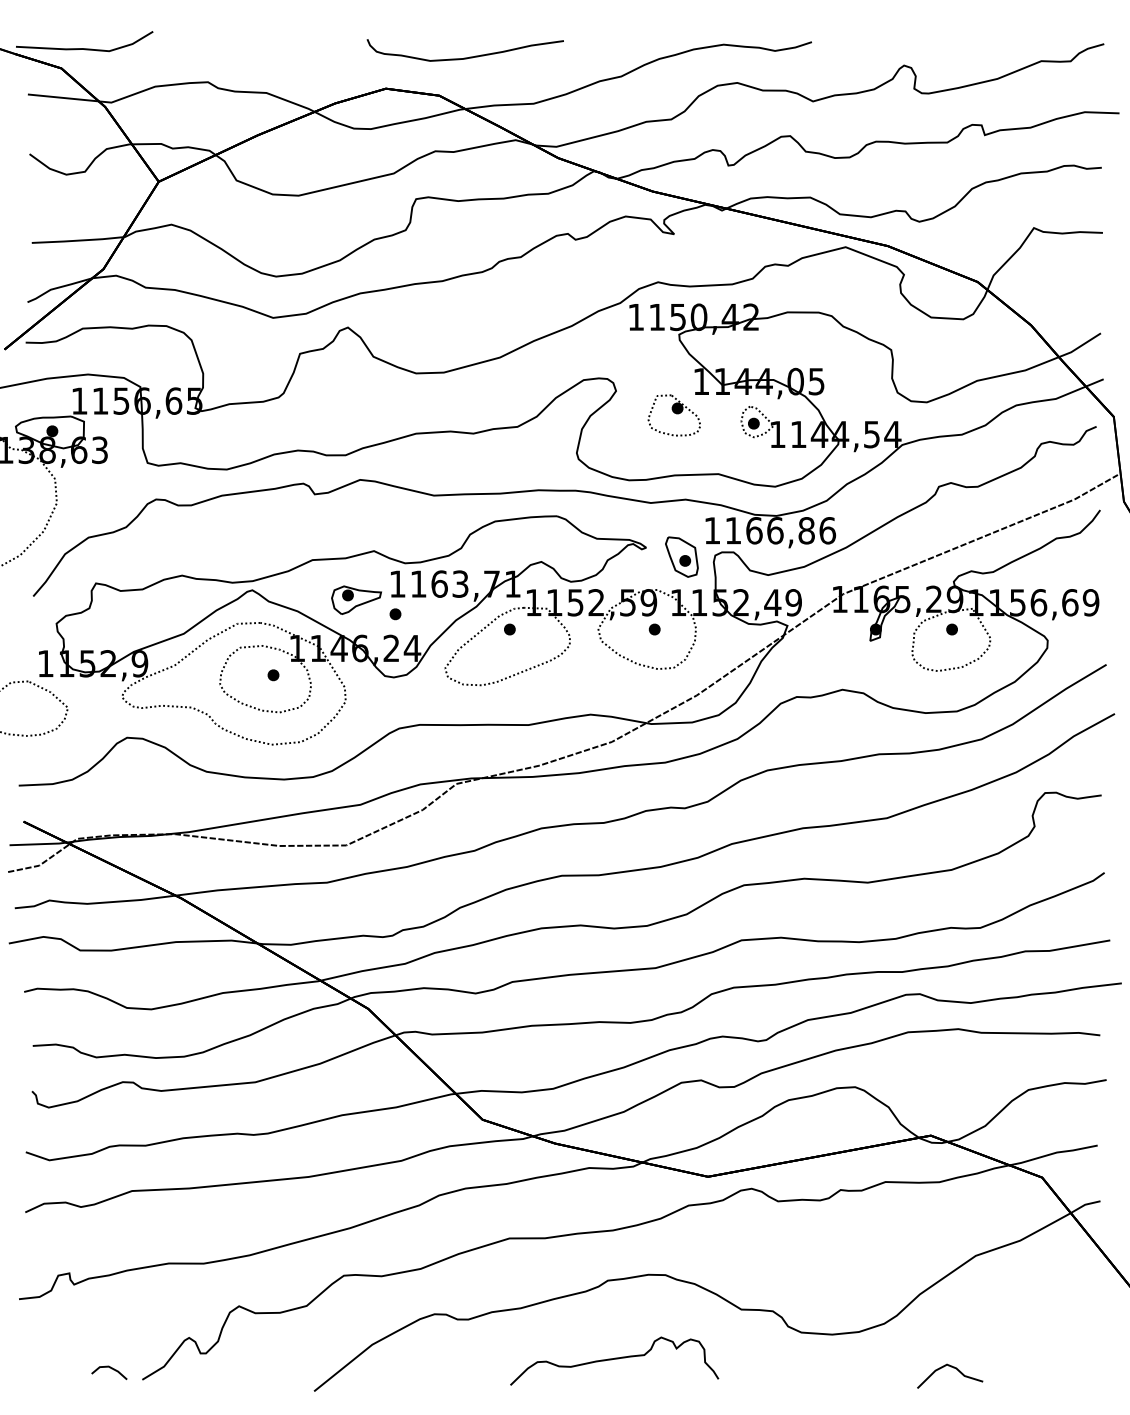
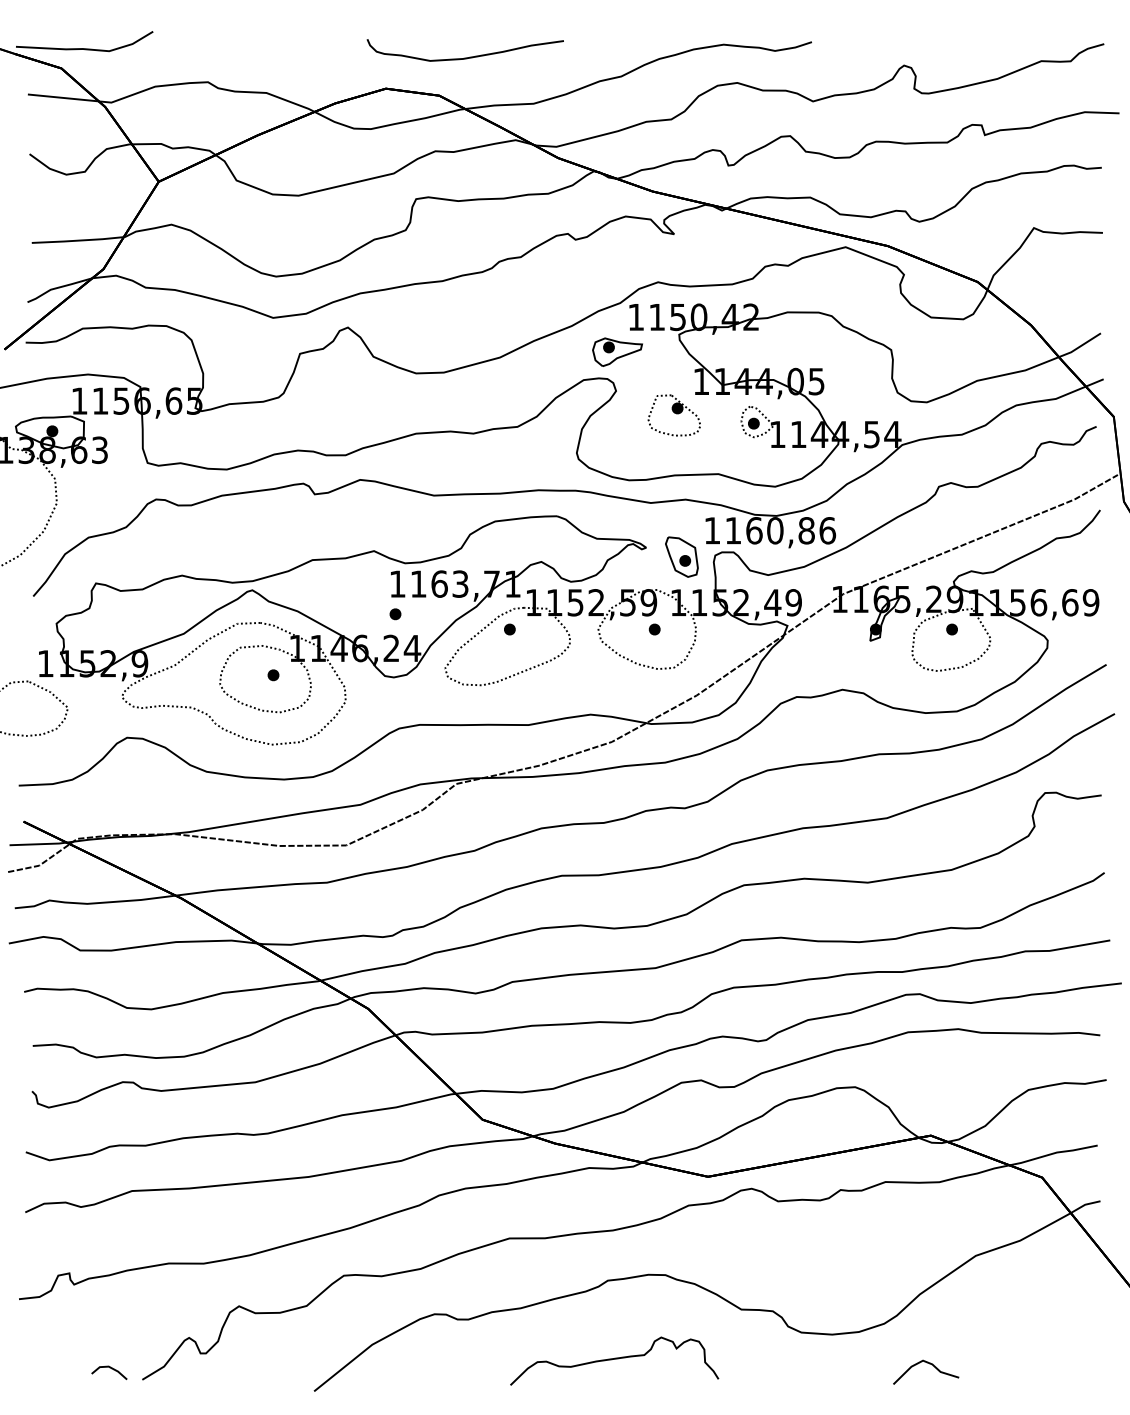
text at (775, 530): 1166,86 -> 1160,86
part at (356, 599) position: (356, 599) -> (617, 351)
curve at (953, 1368) position: (953, 1368) -> (929, 1364)
